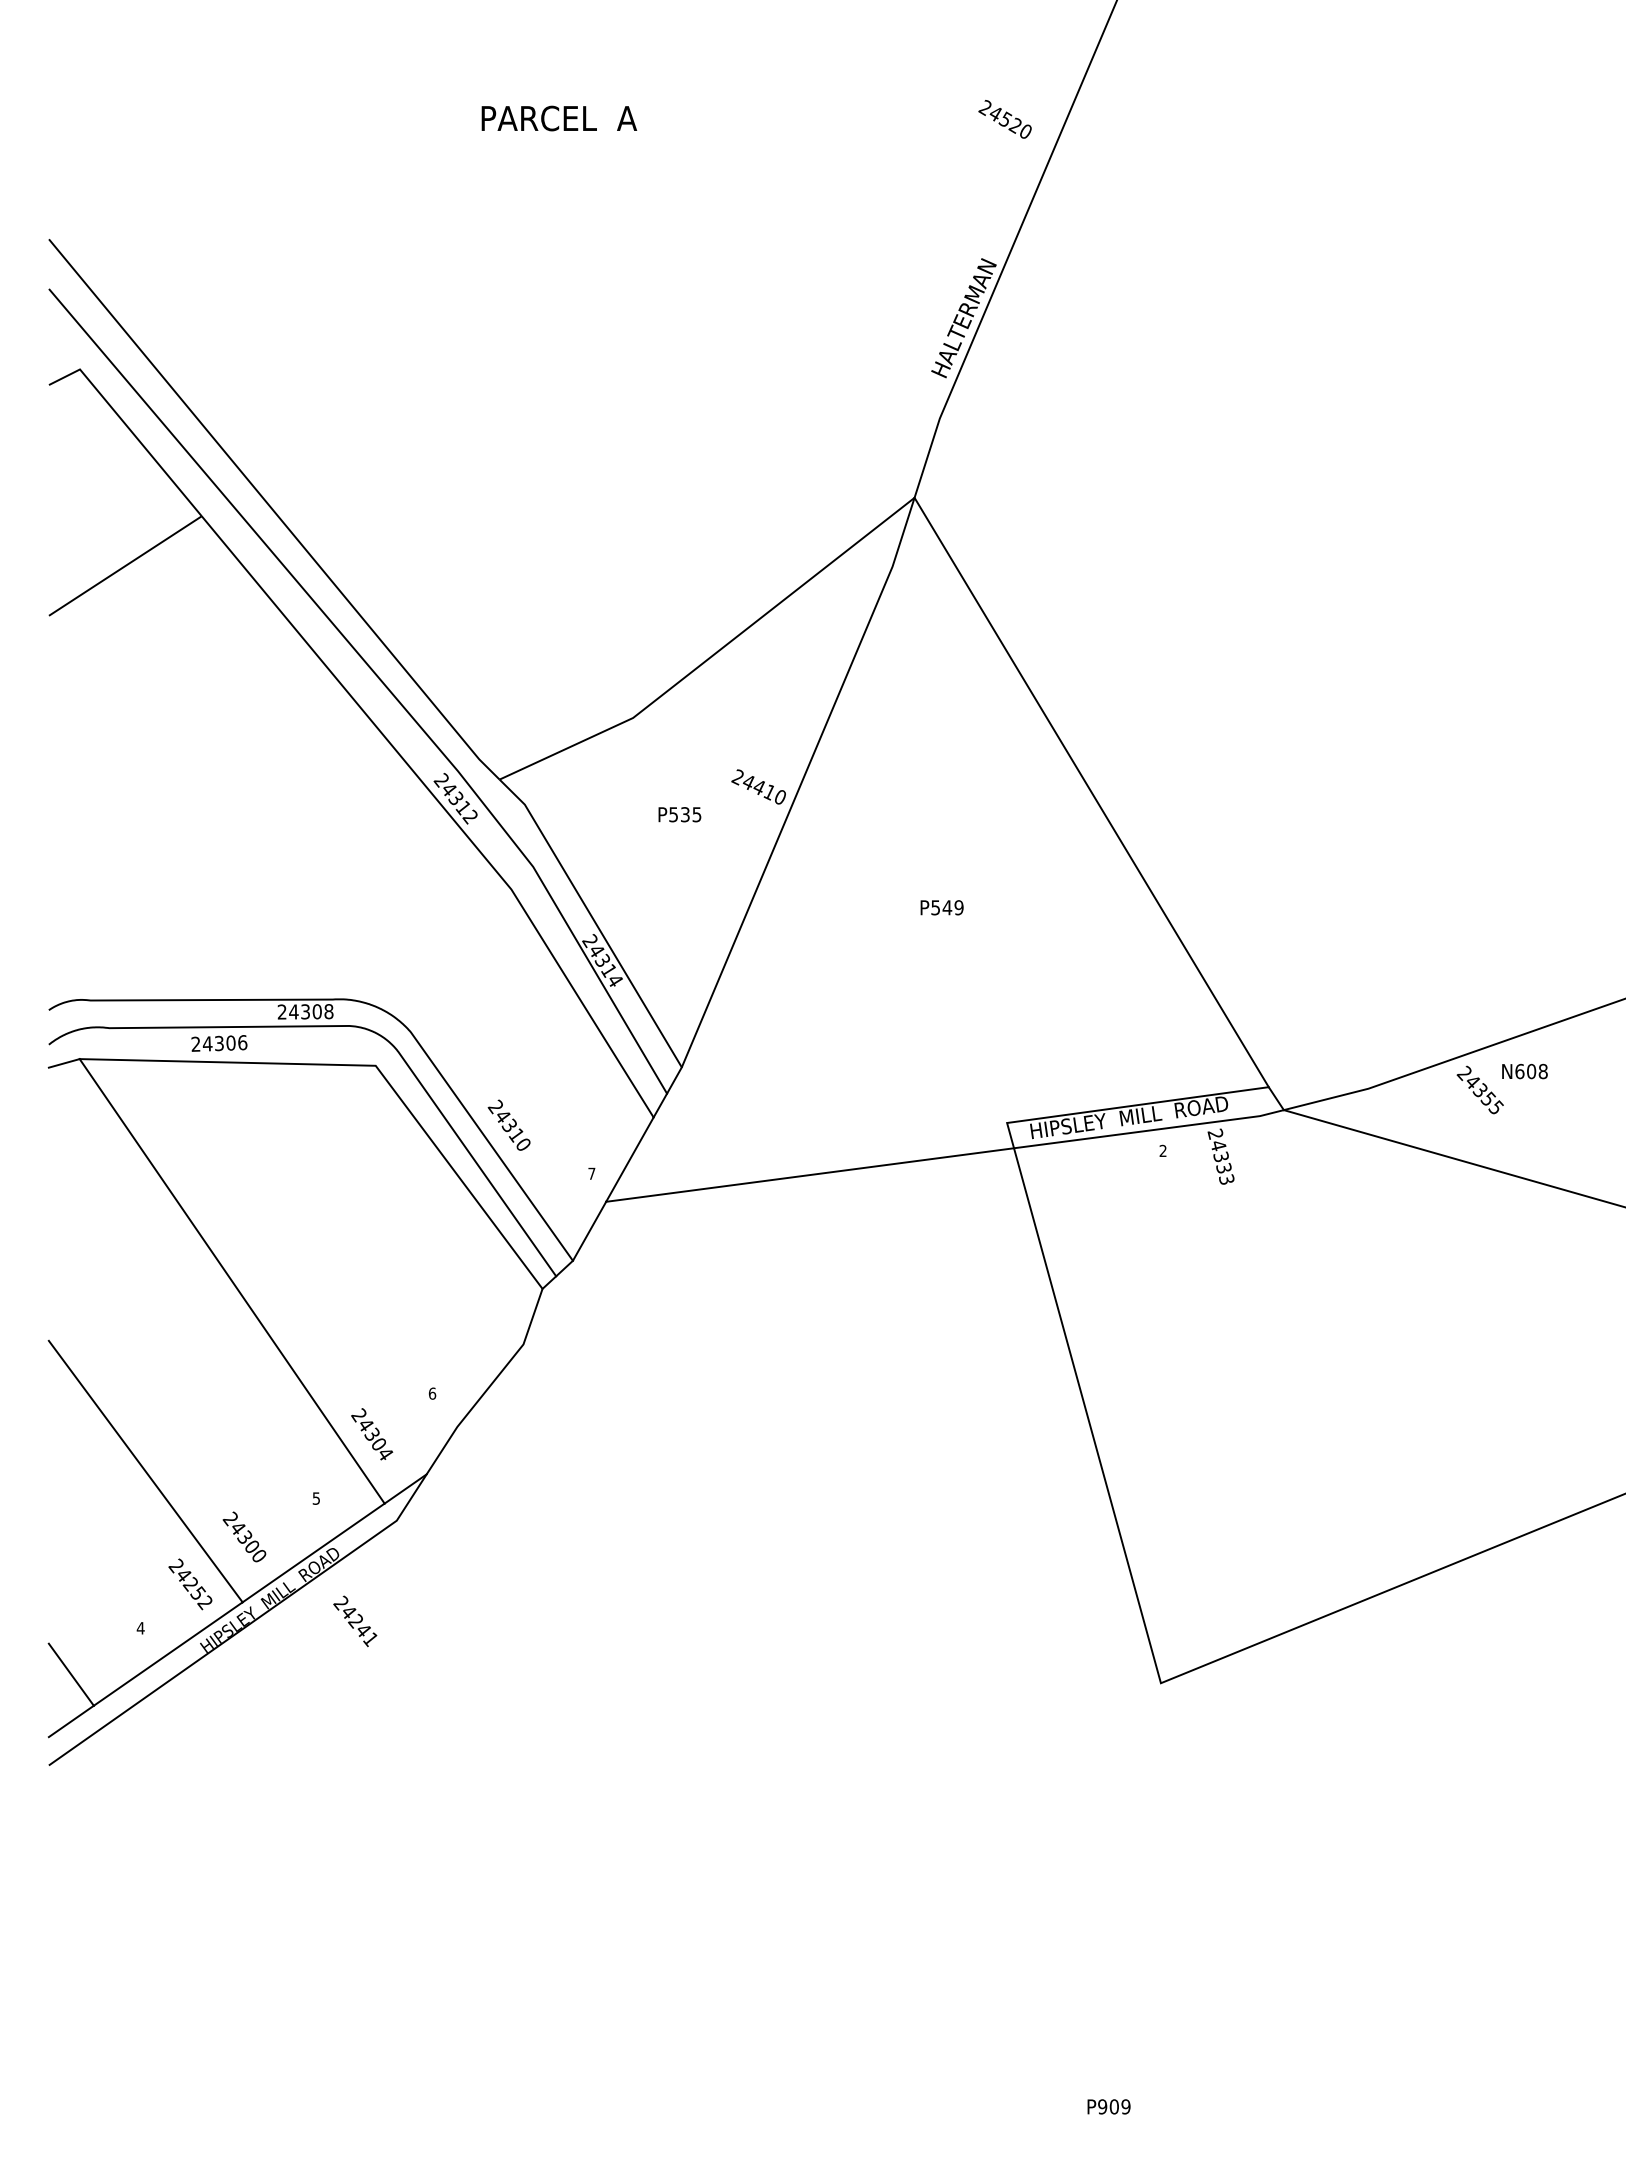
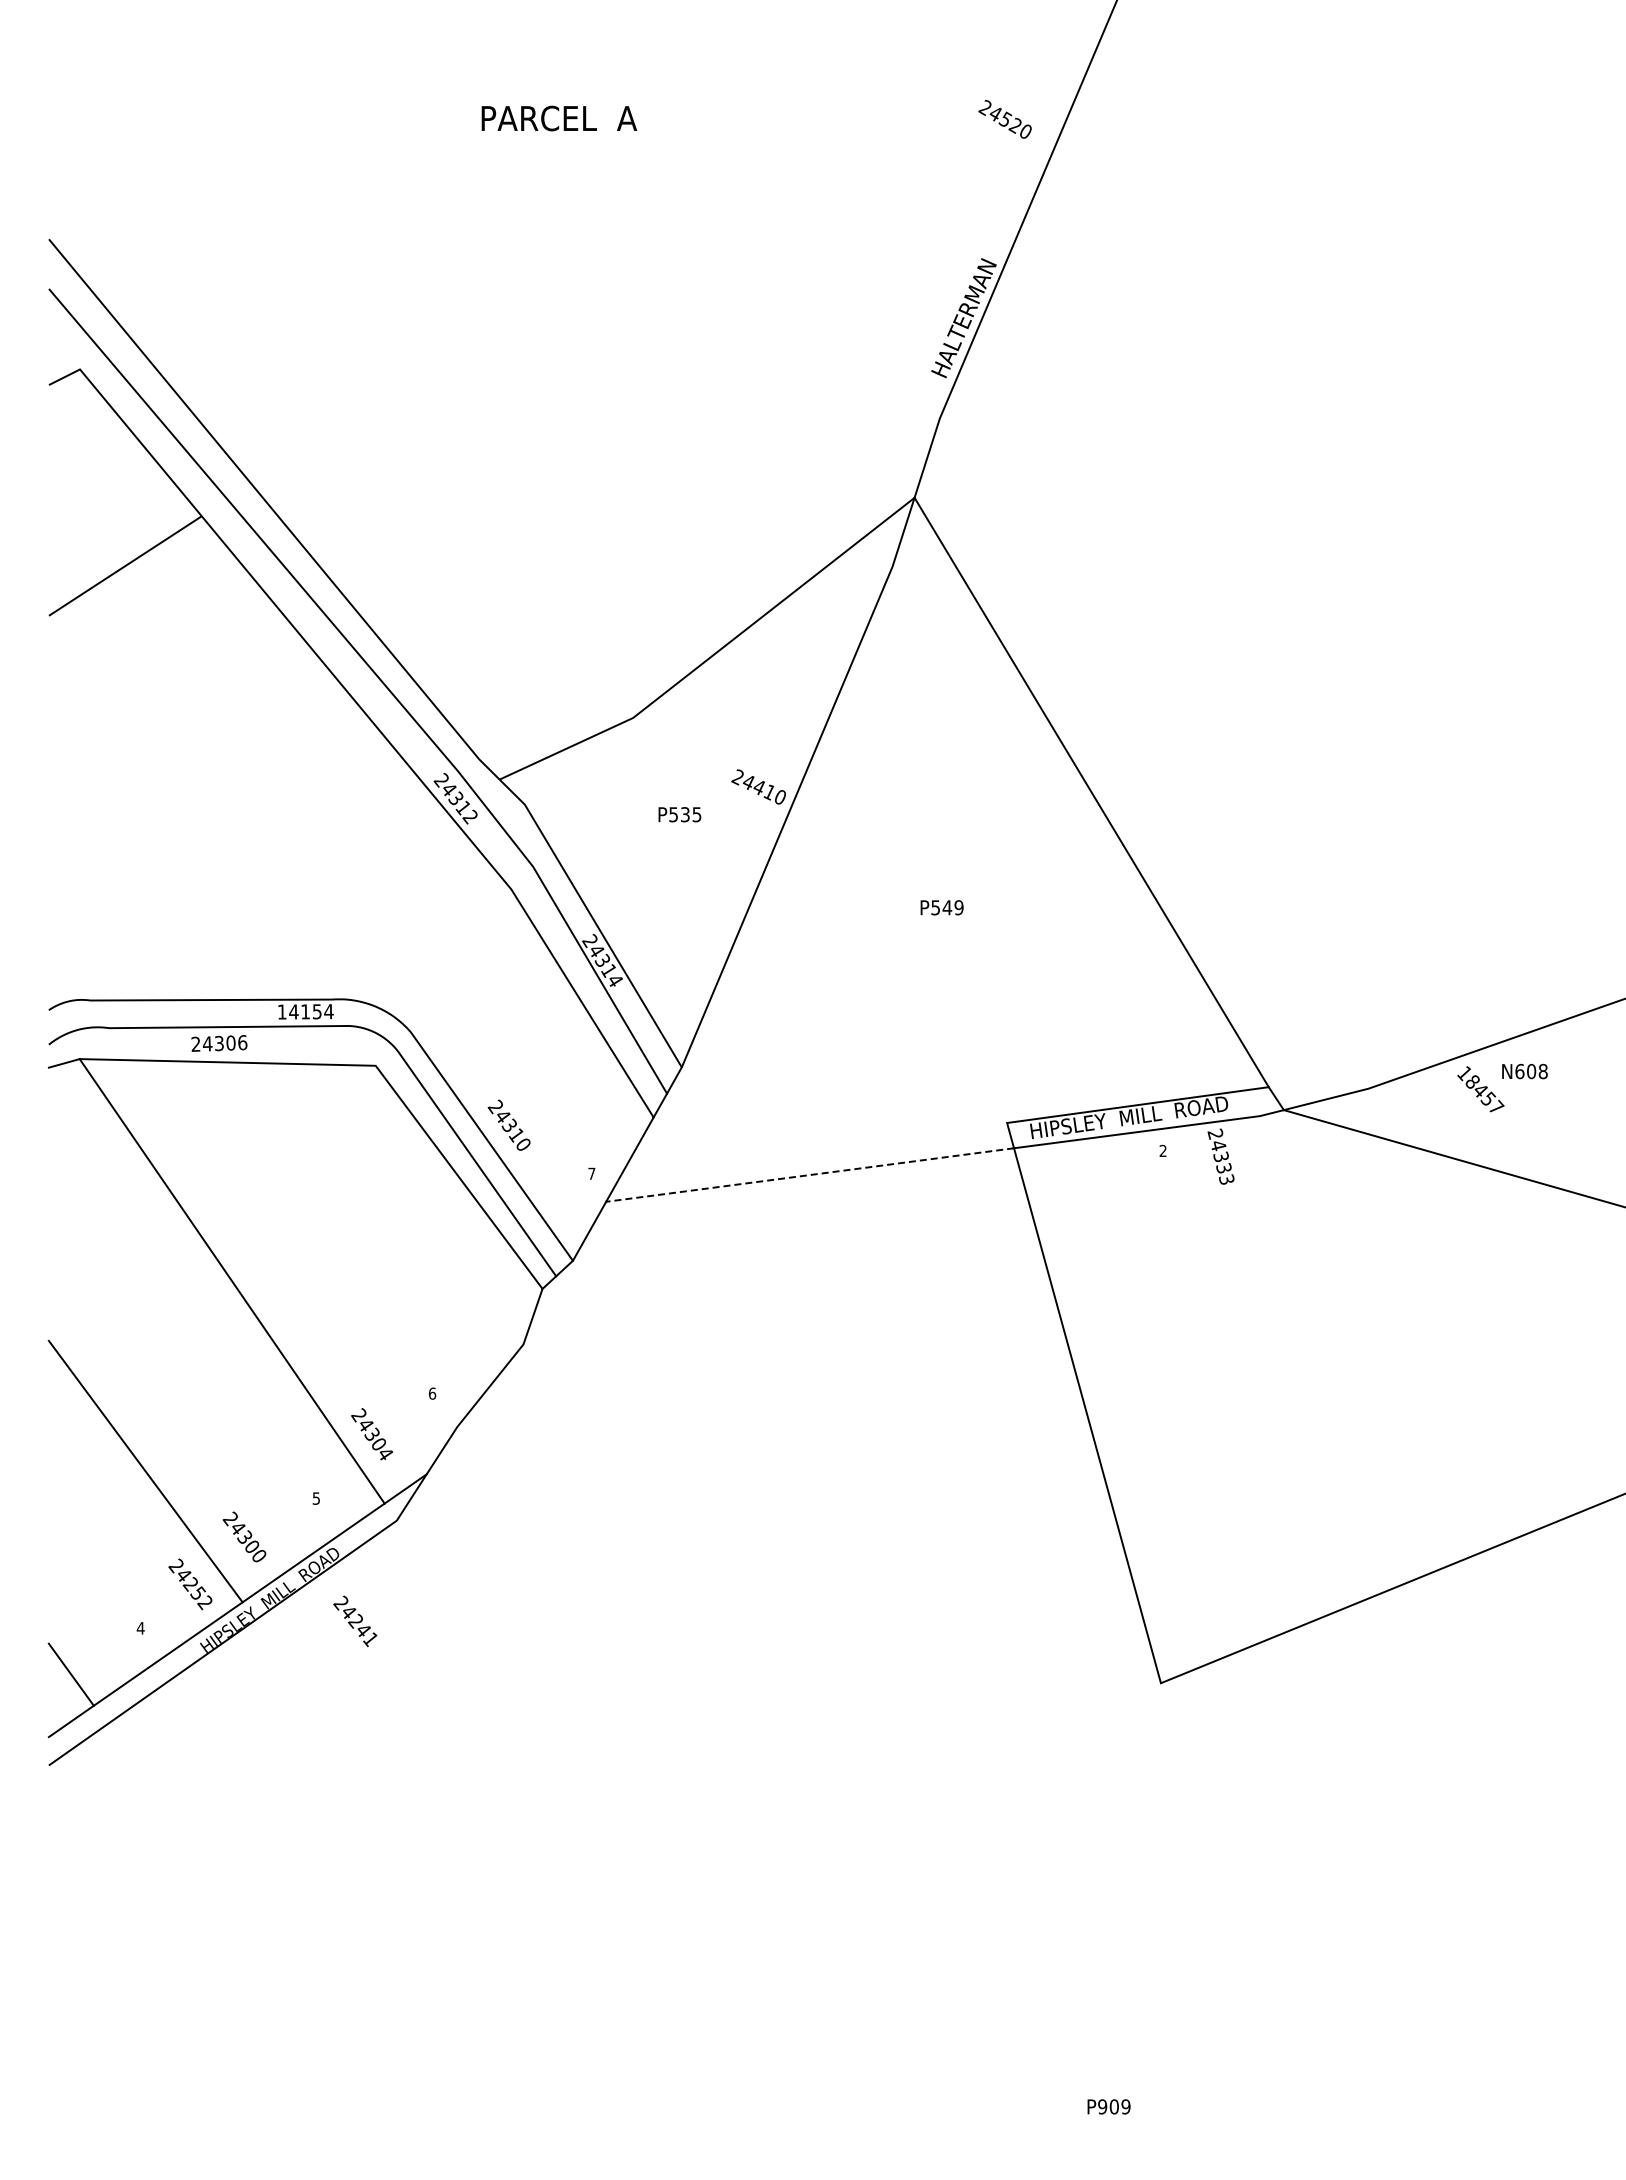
text at (305, 1011): 24308 -> 14154
text at (1480, 1089): 24355 -> 18457
line at (810, 1175): solid -> dashed
